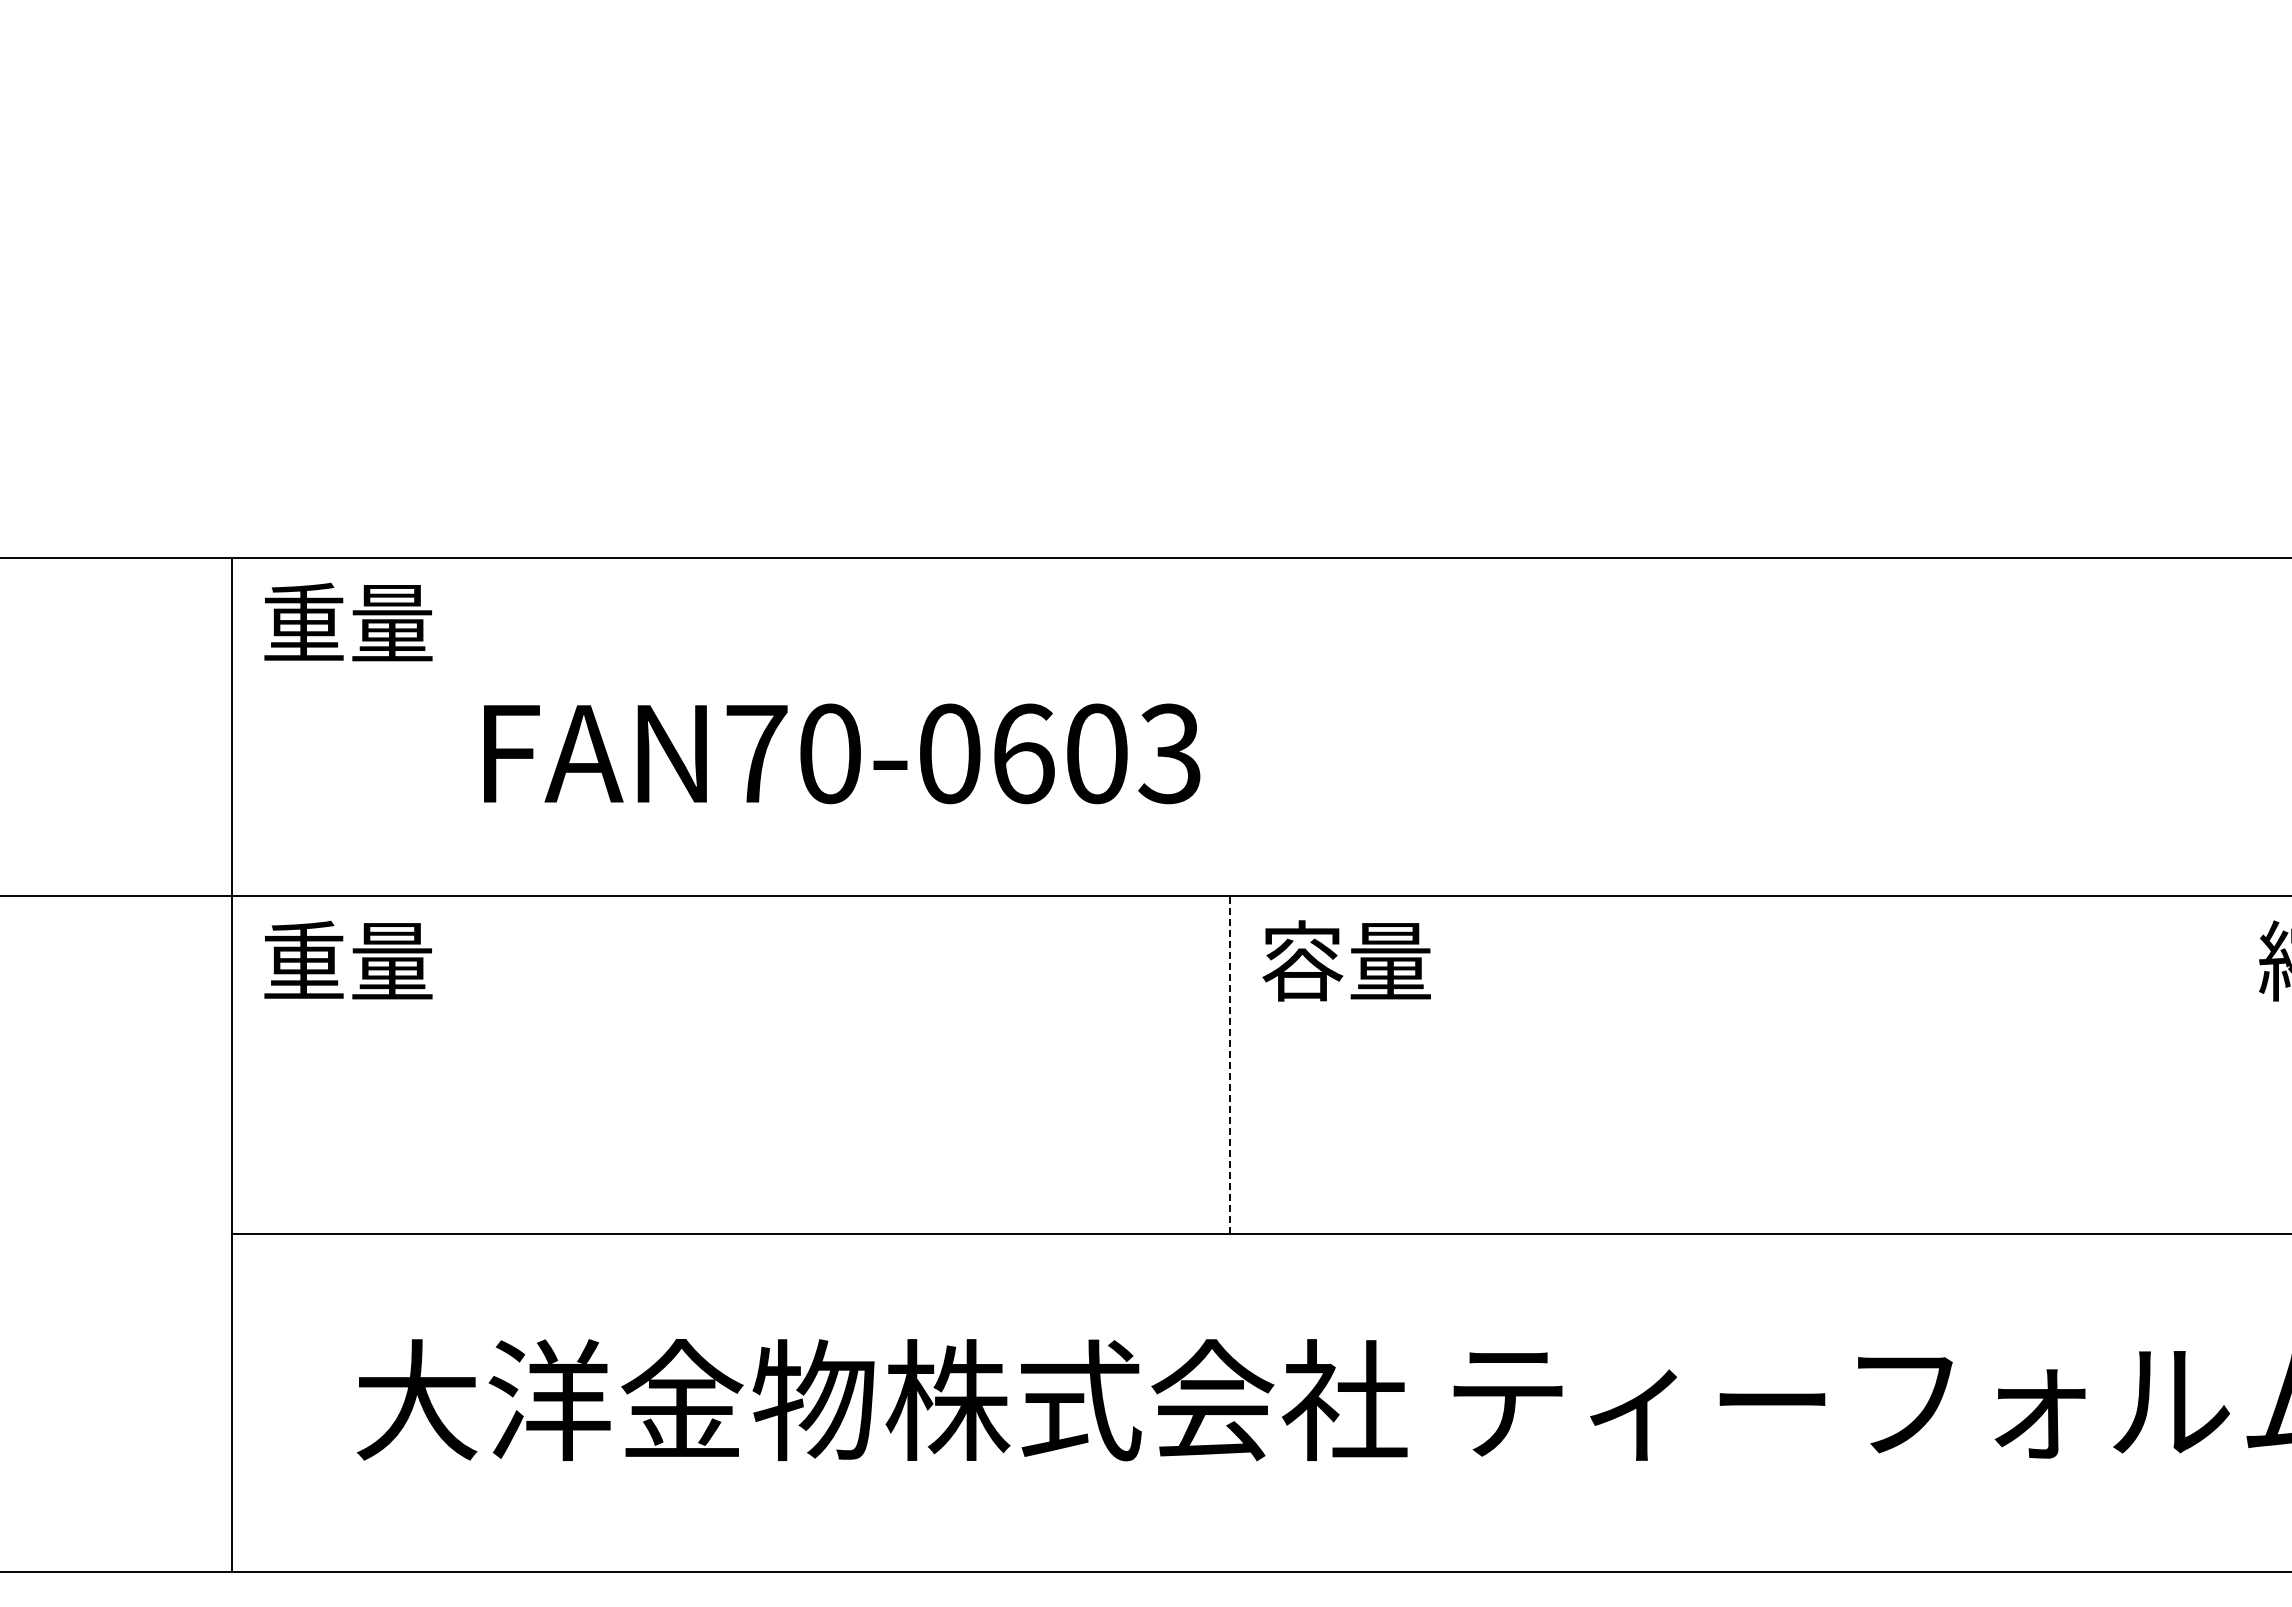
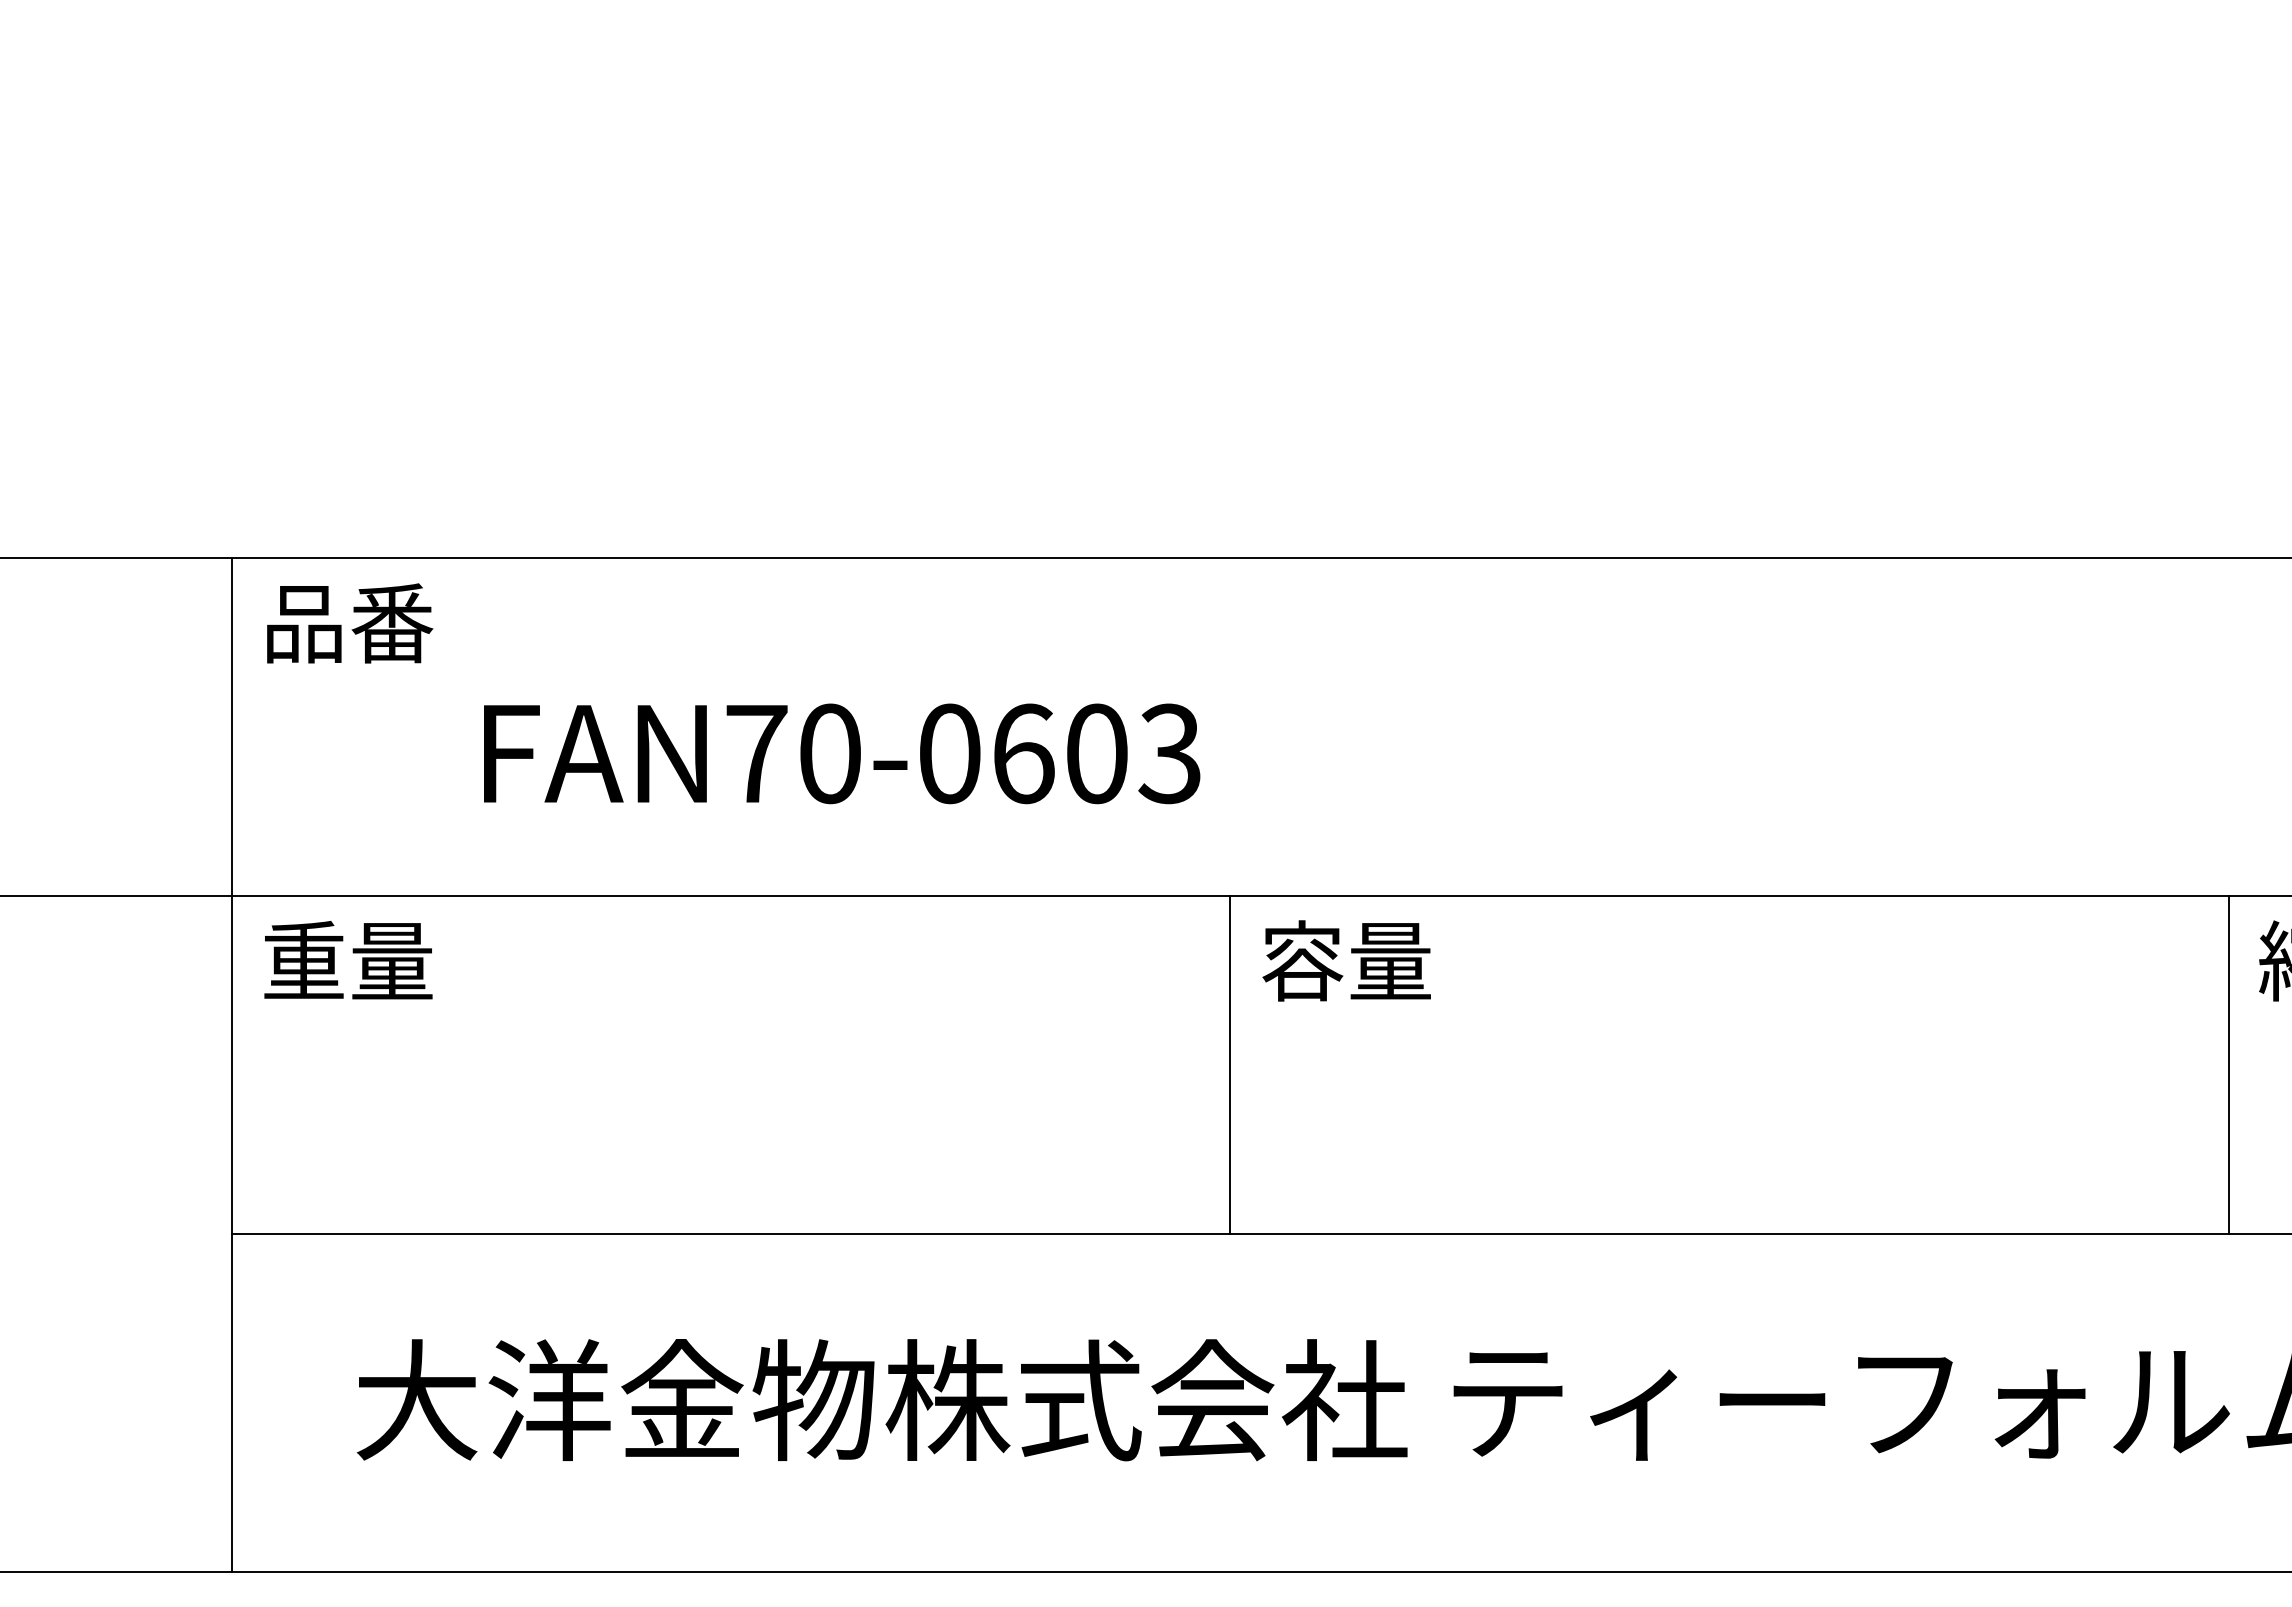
text at (348, 622): 重量 -> 品番
line at (1230, 1064): dashed -> solid
line at (2228, 1065): none -> present
